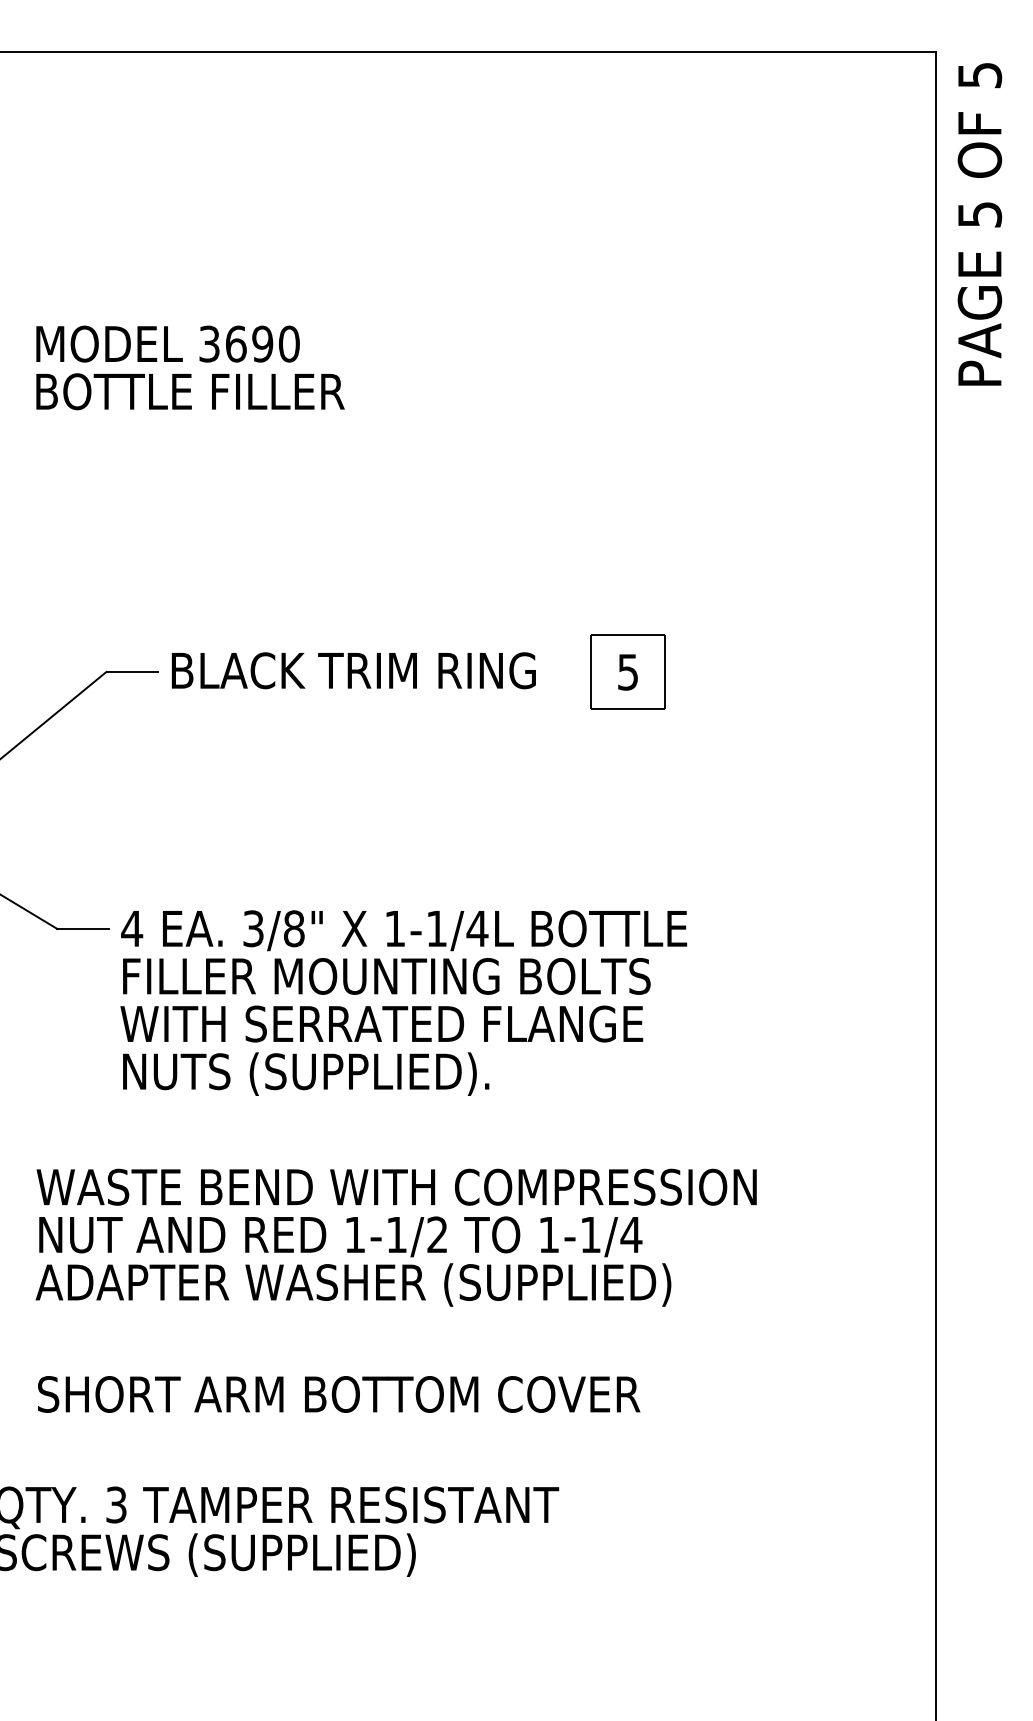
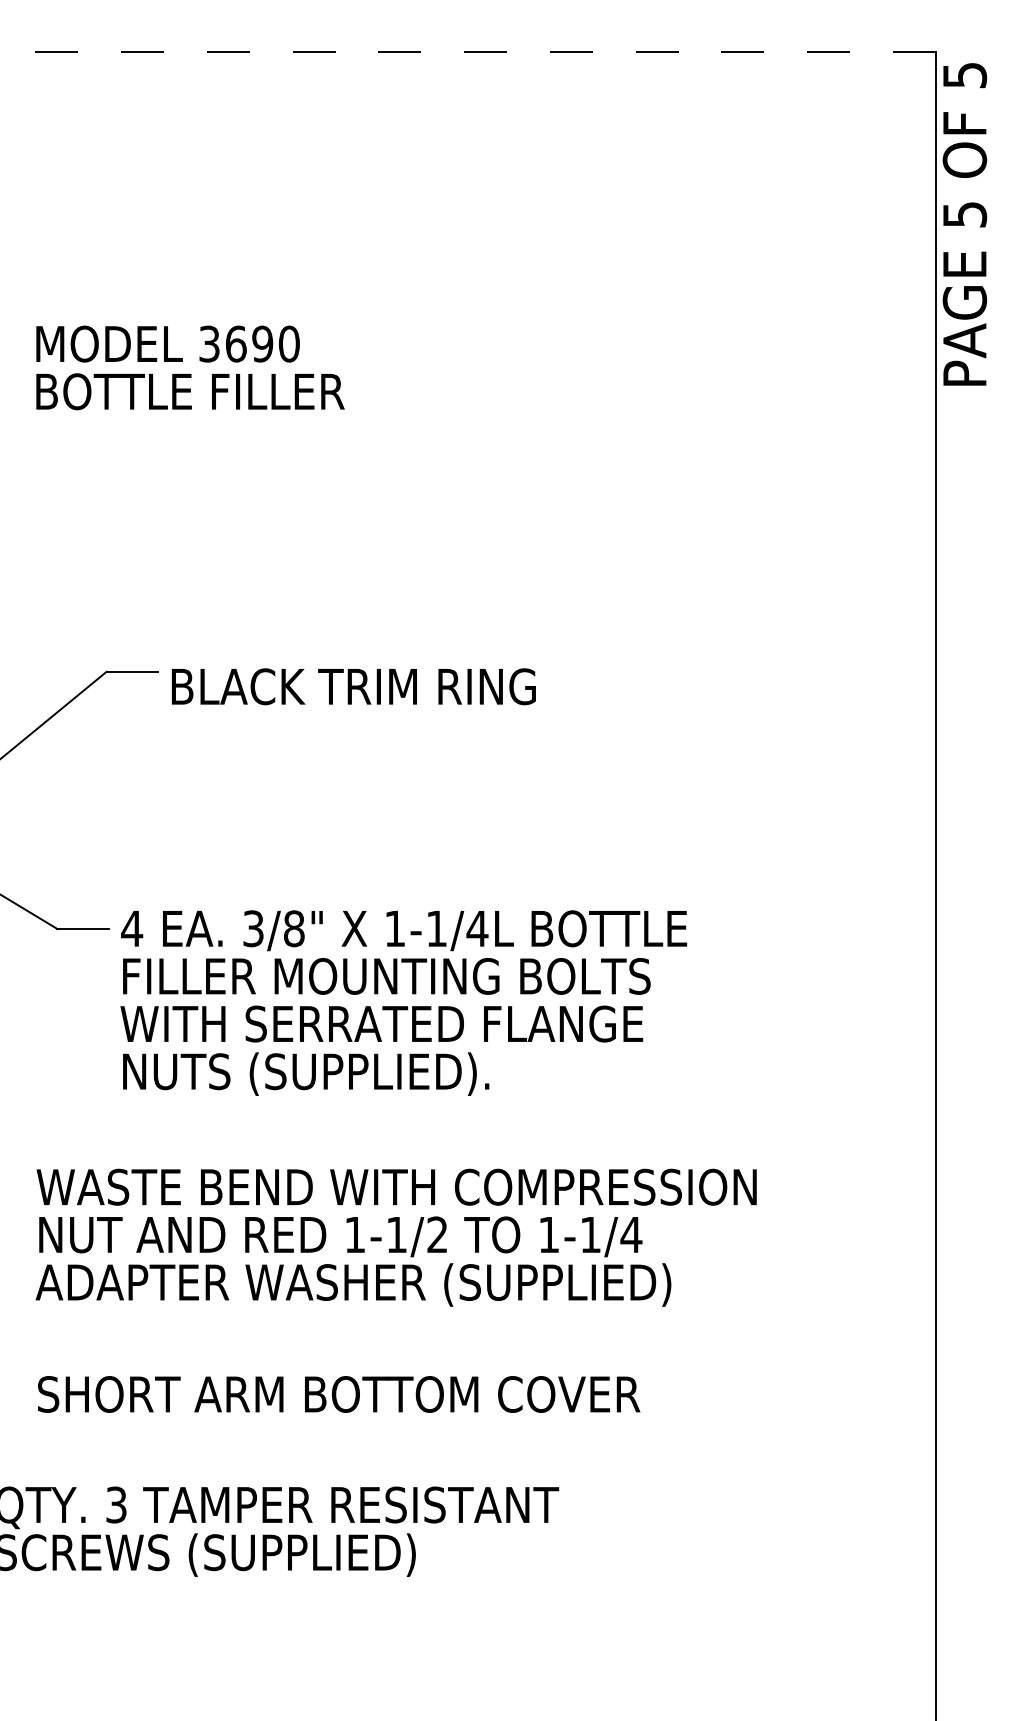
line at (468, 51): solid -> dashed
text at (979, 224) position: (979, 224) -> (964, 224)
text at (353, 670) position: (353, 670) -> (353, 686)
part at (627, 671): present -> none
